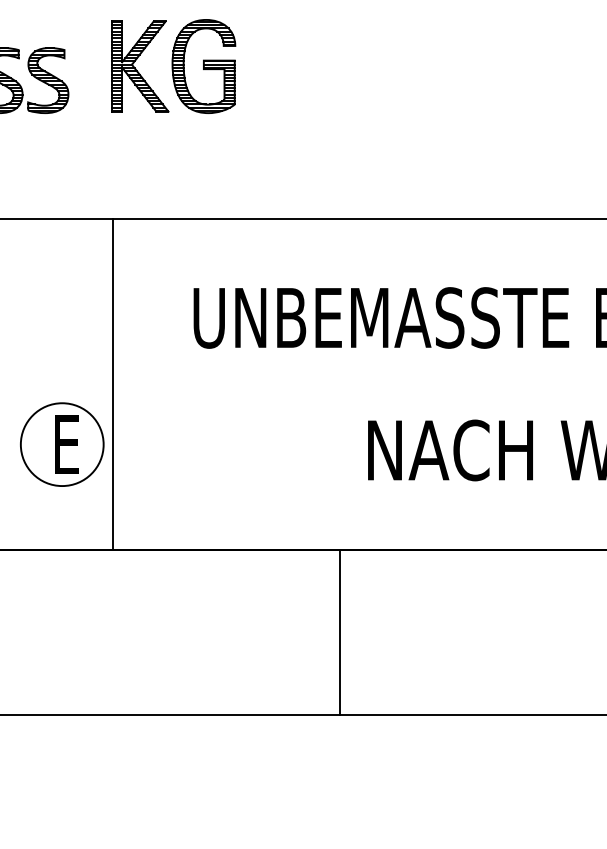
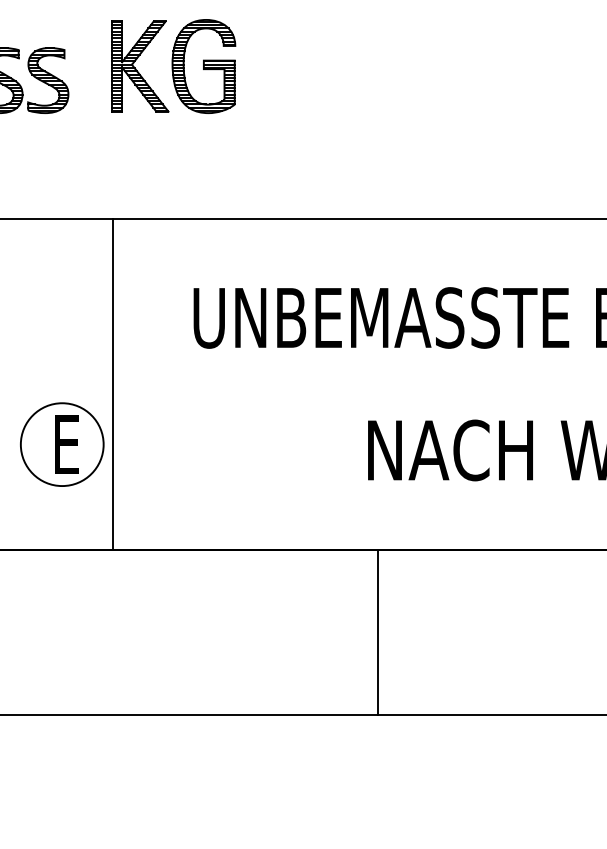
line at (340, 632) position: (340, 632) -> (378, 632)
